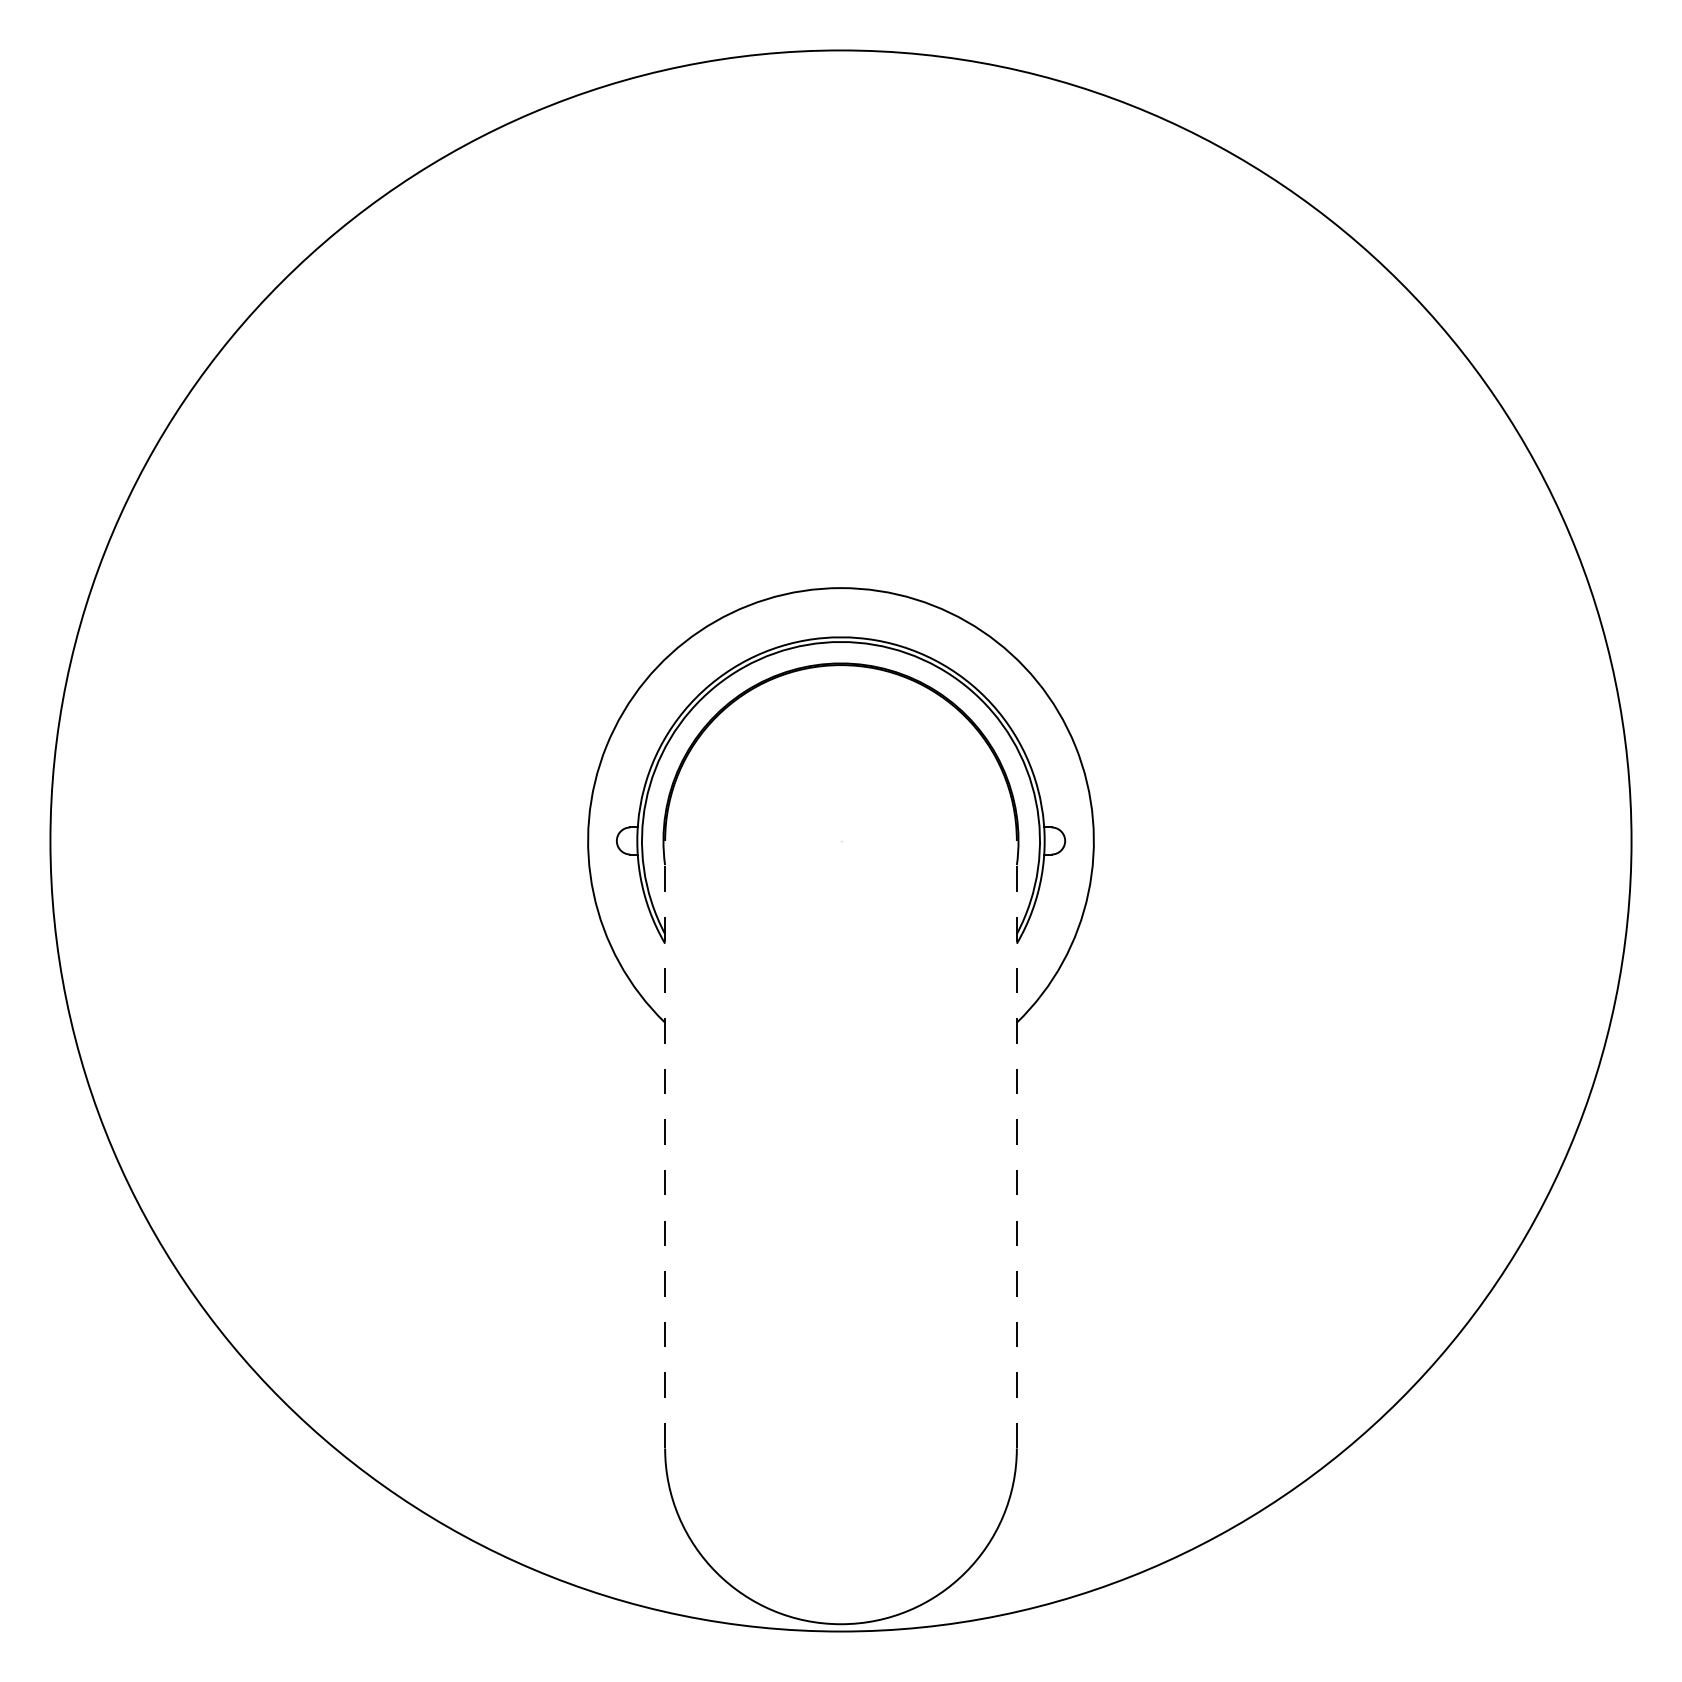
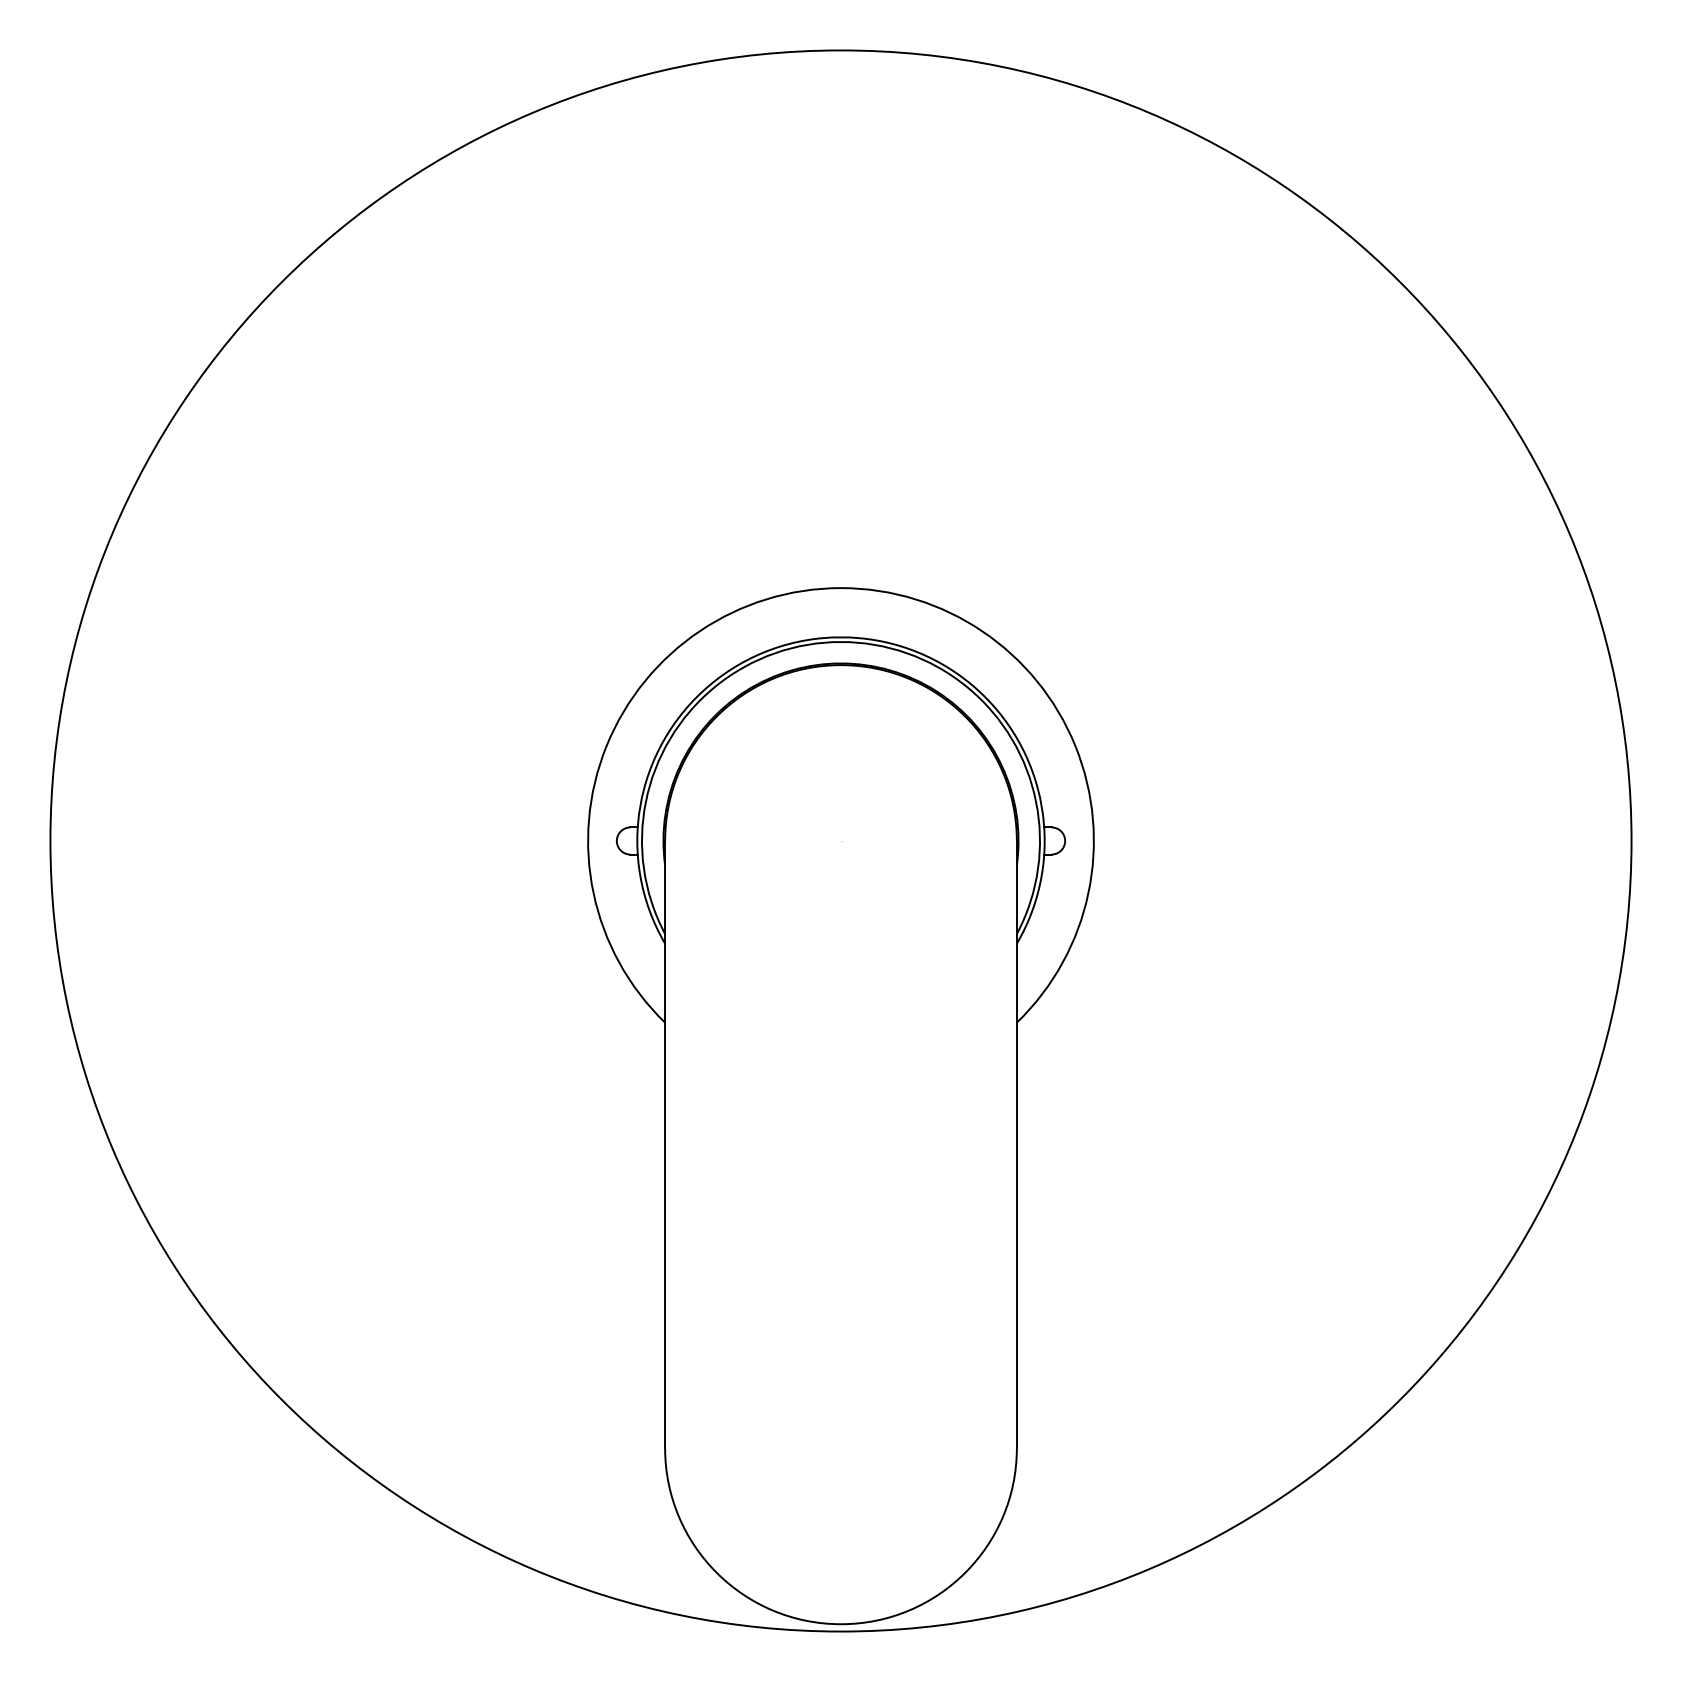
line at (665, 1144): dashed -> solid
line at (1016, 1144): dashed -> solid
